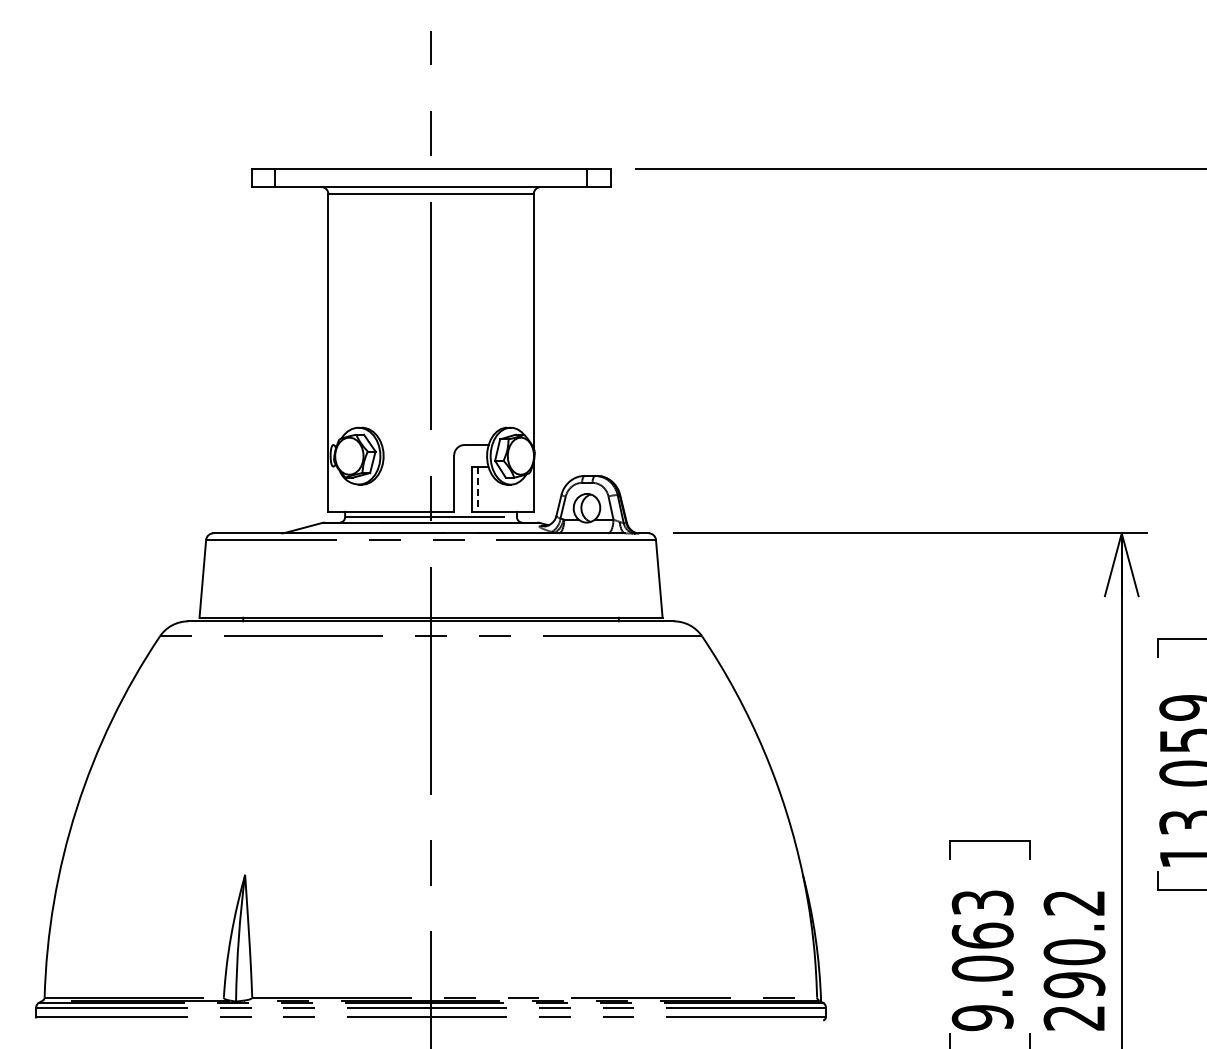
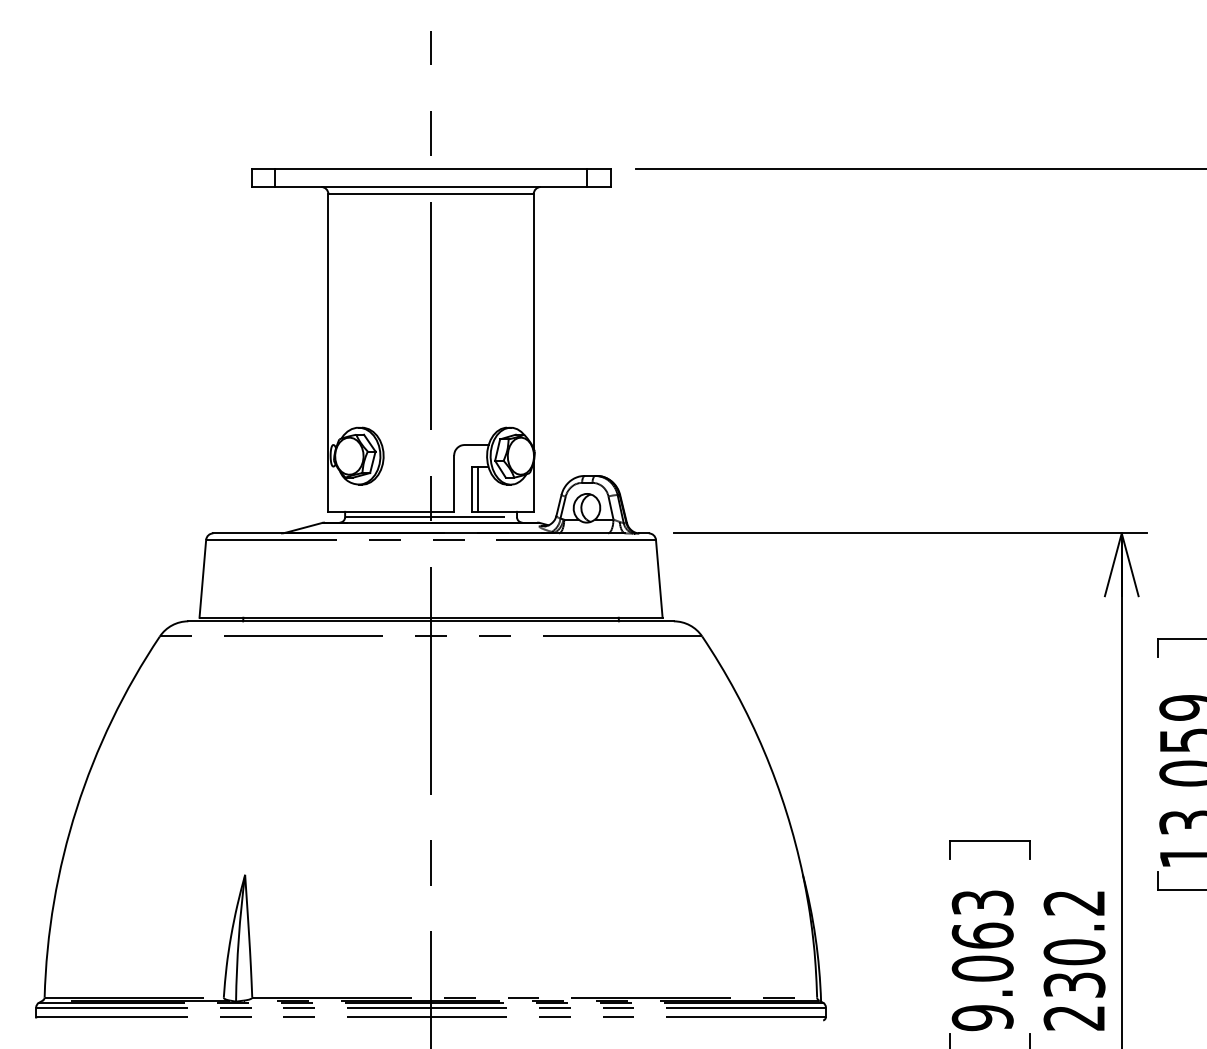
line at (477, 489): dashed -> solid
text at (1074, 985): 290.2 -> 230.2
